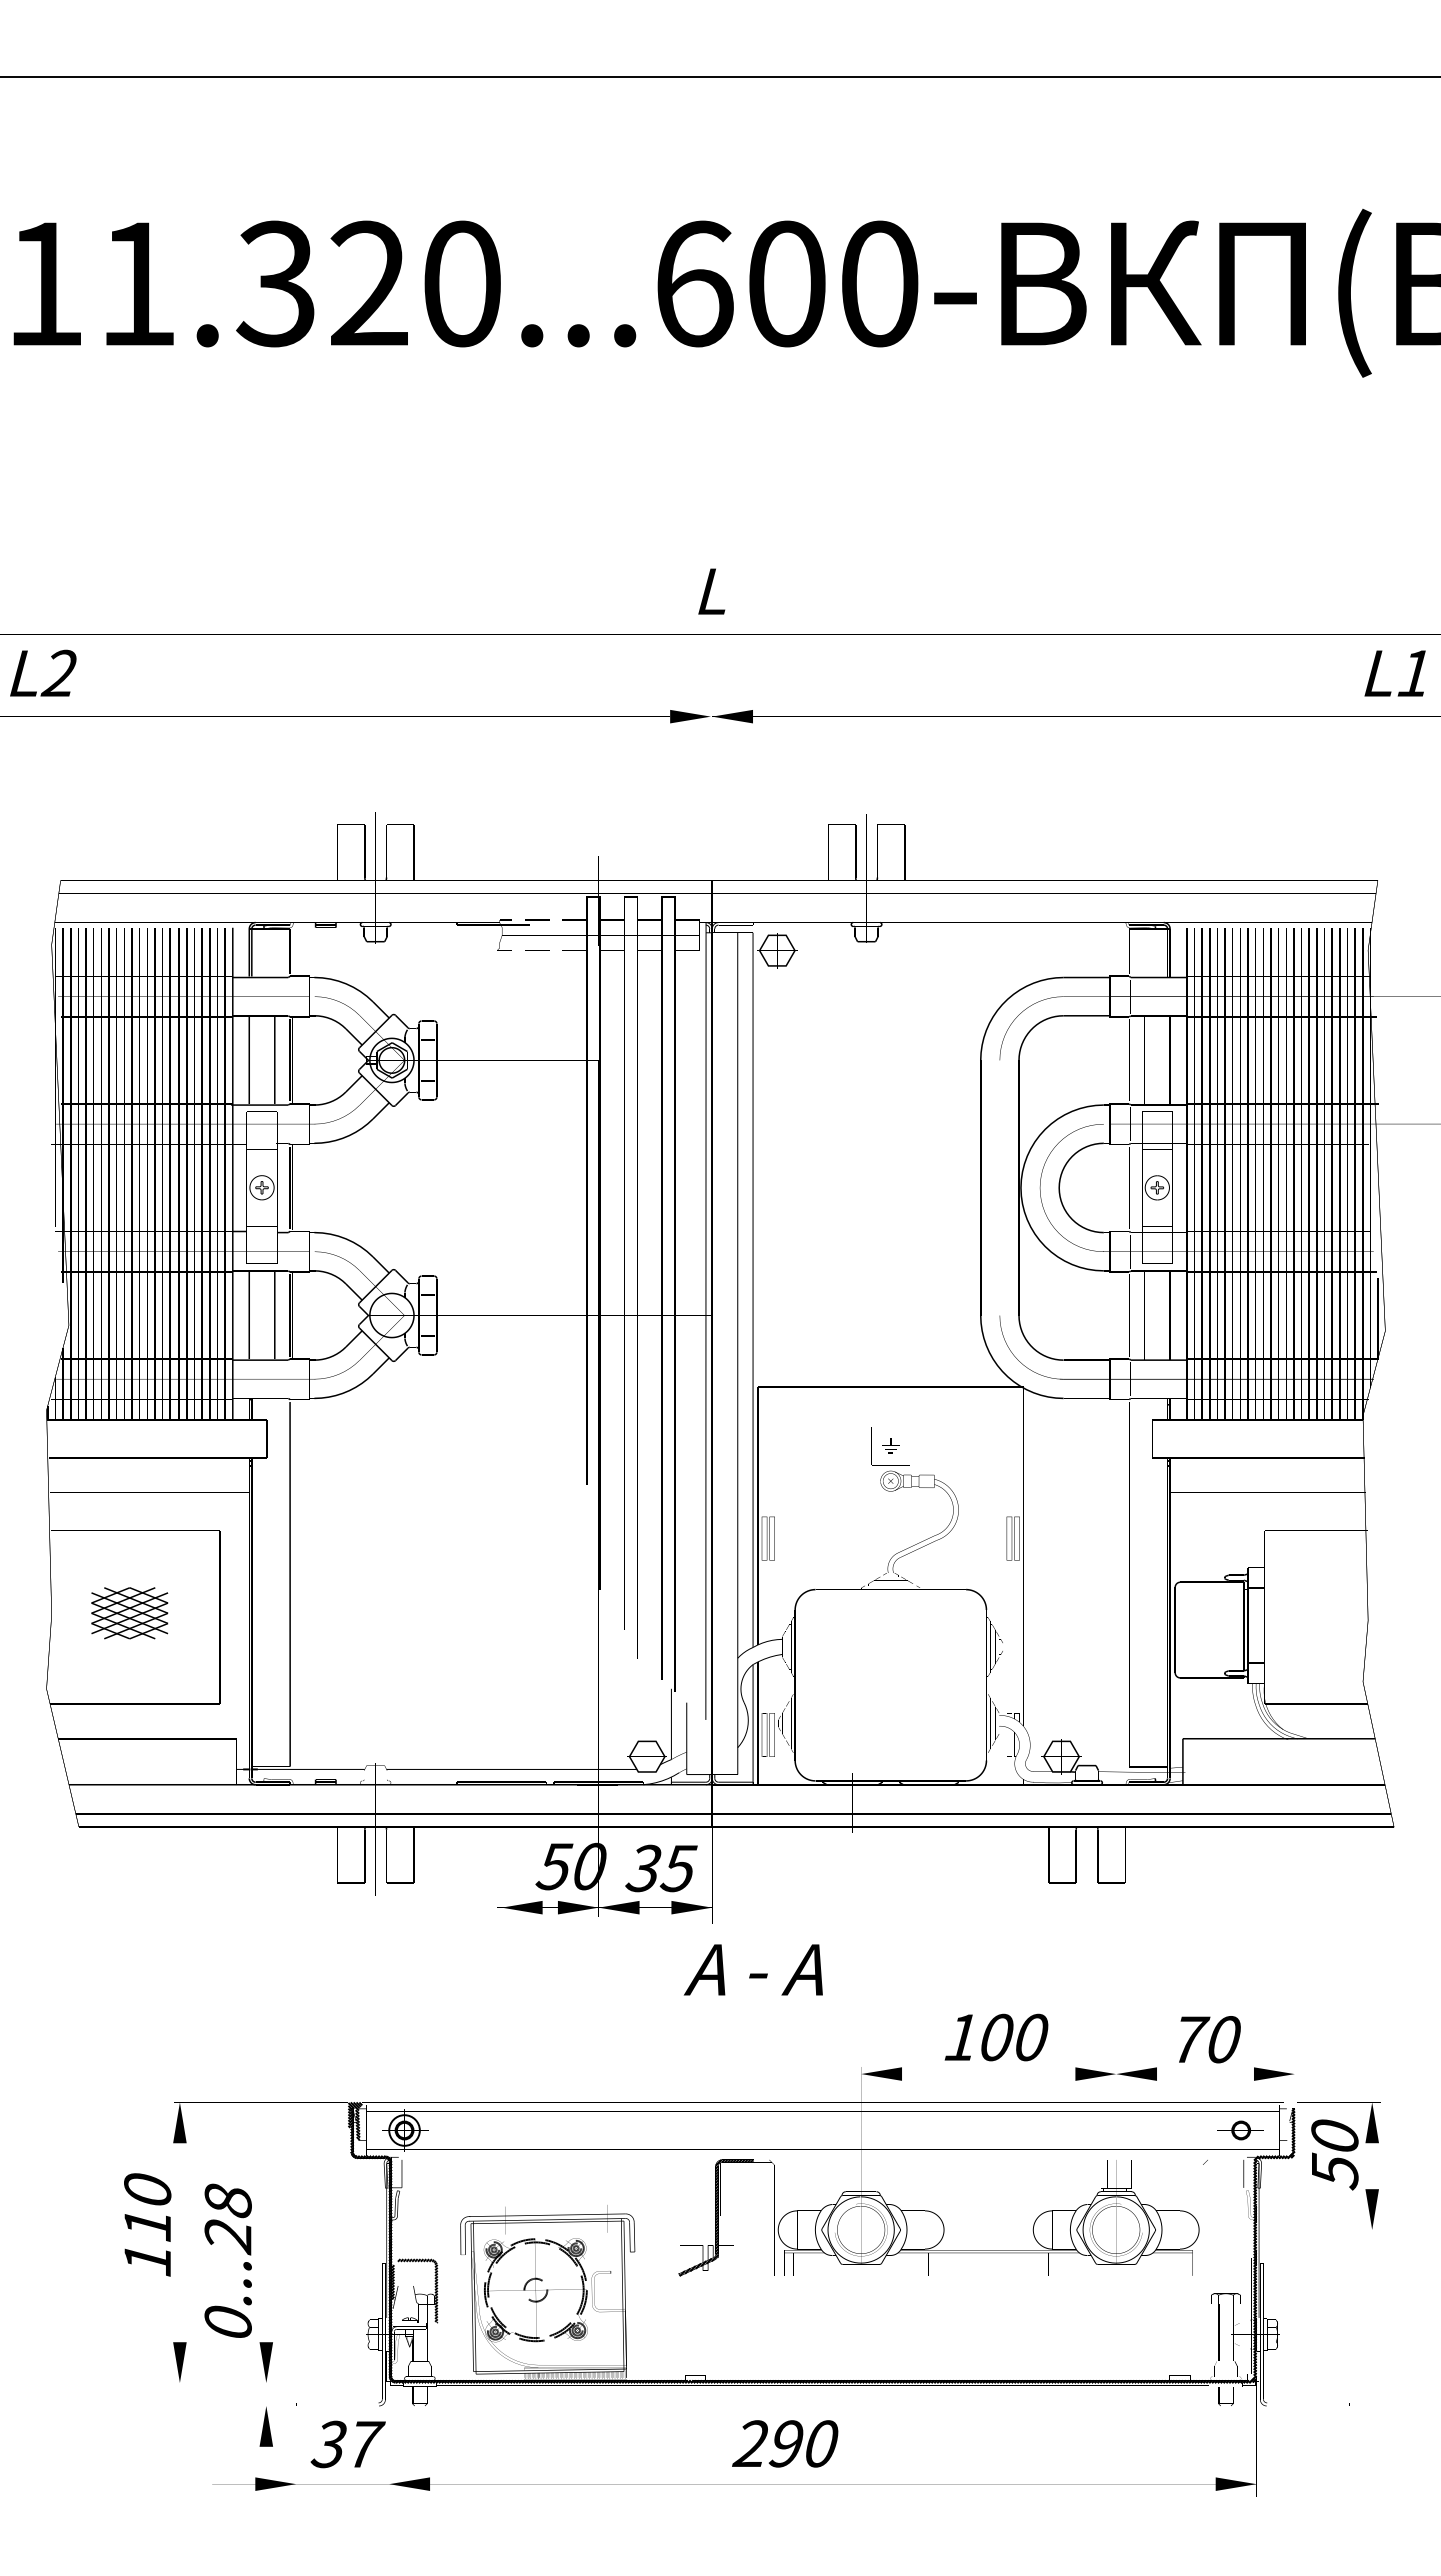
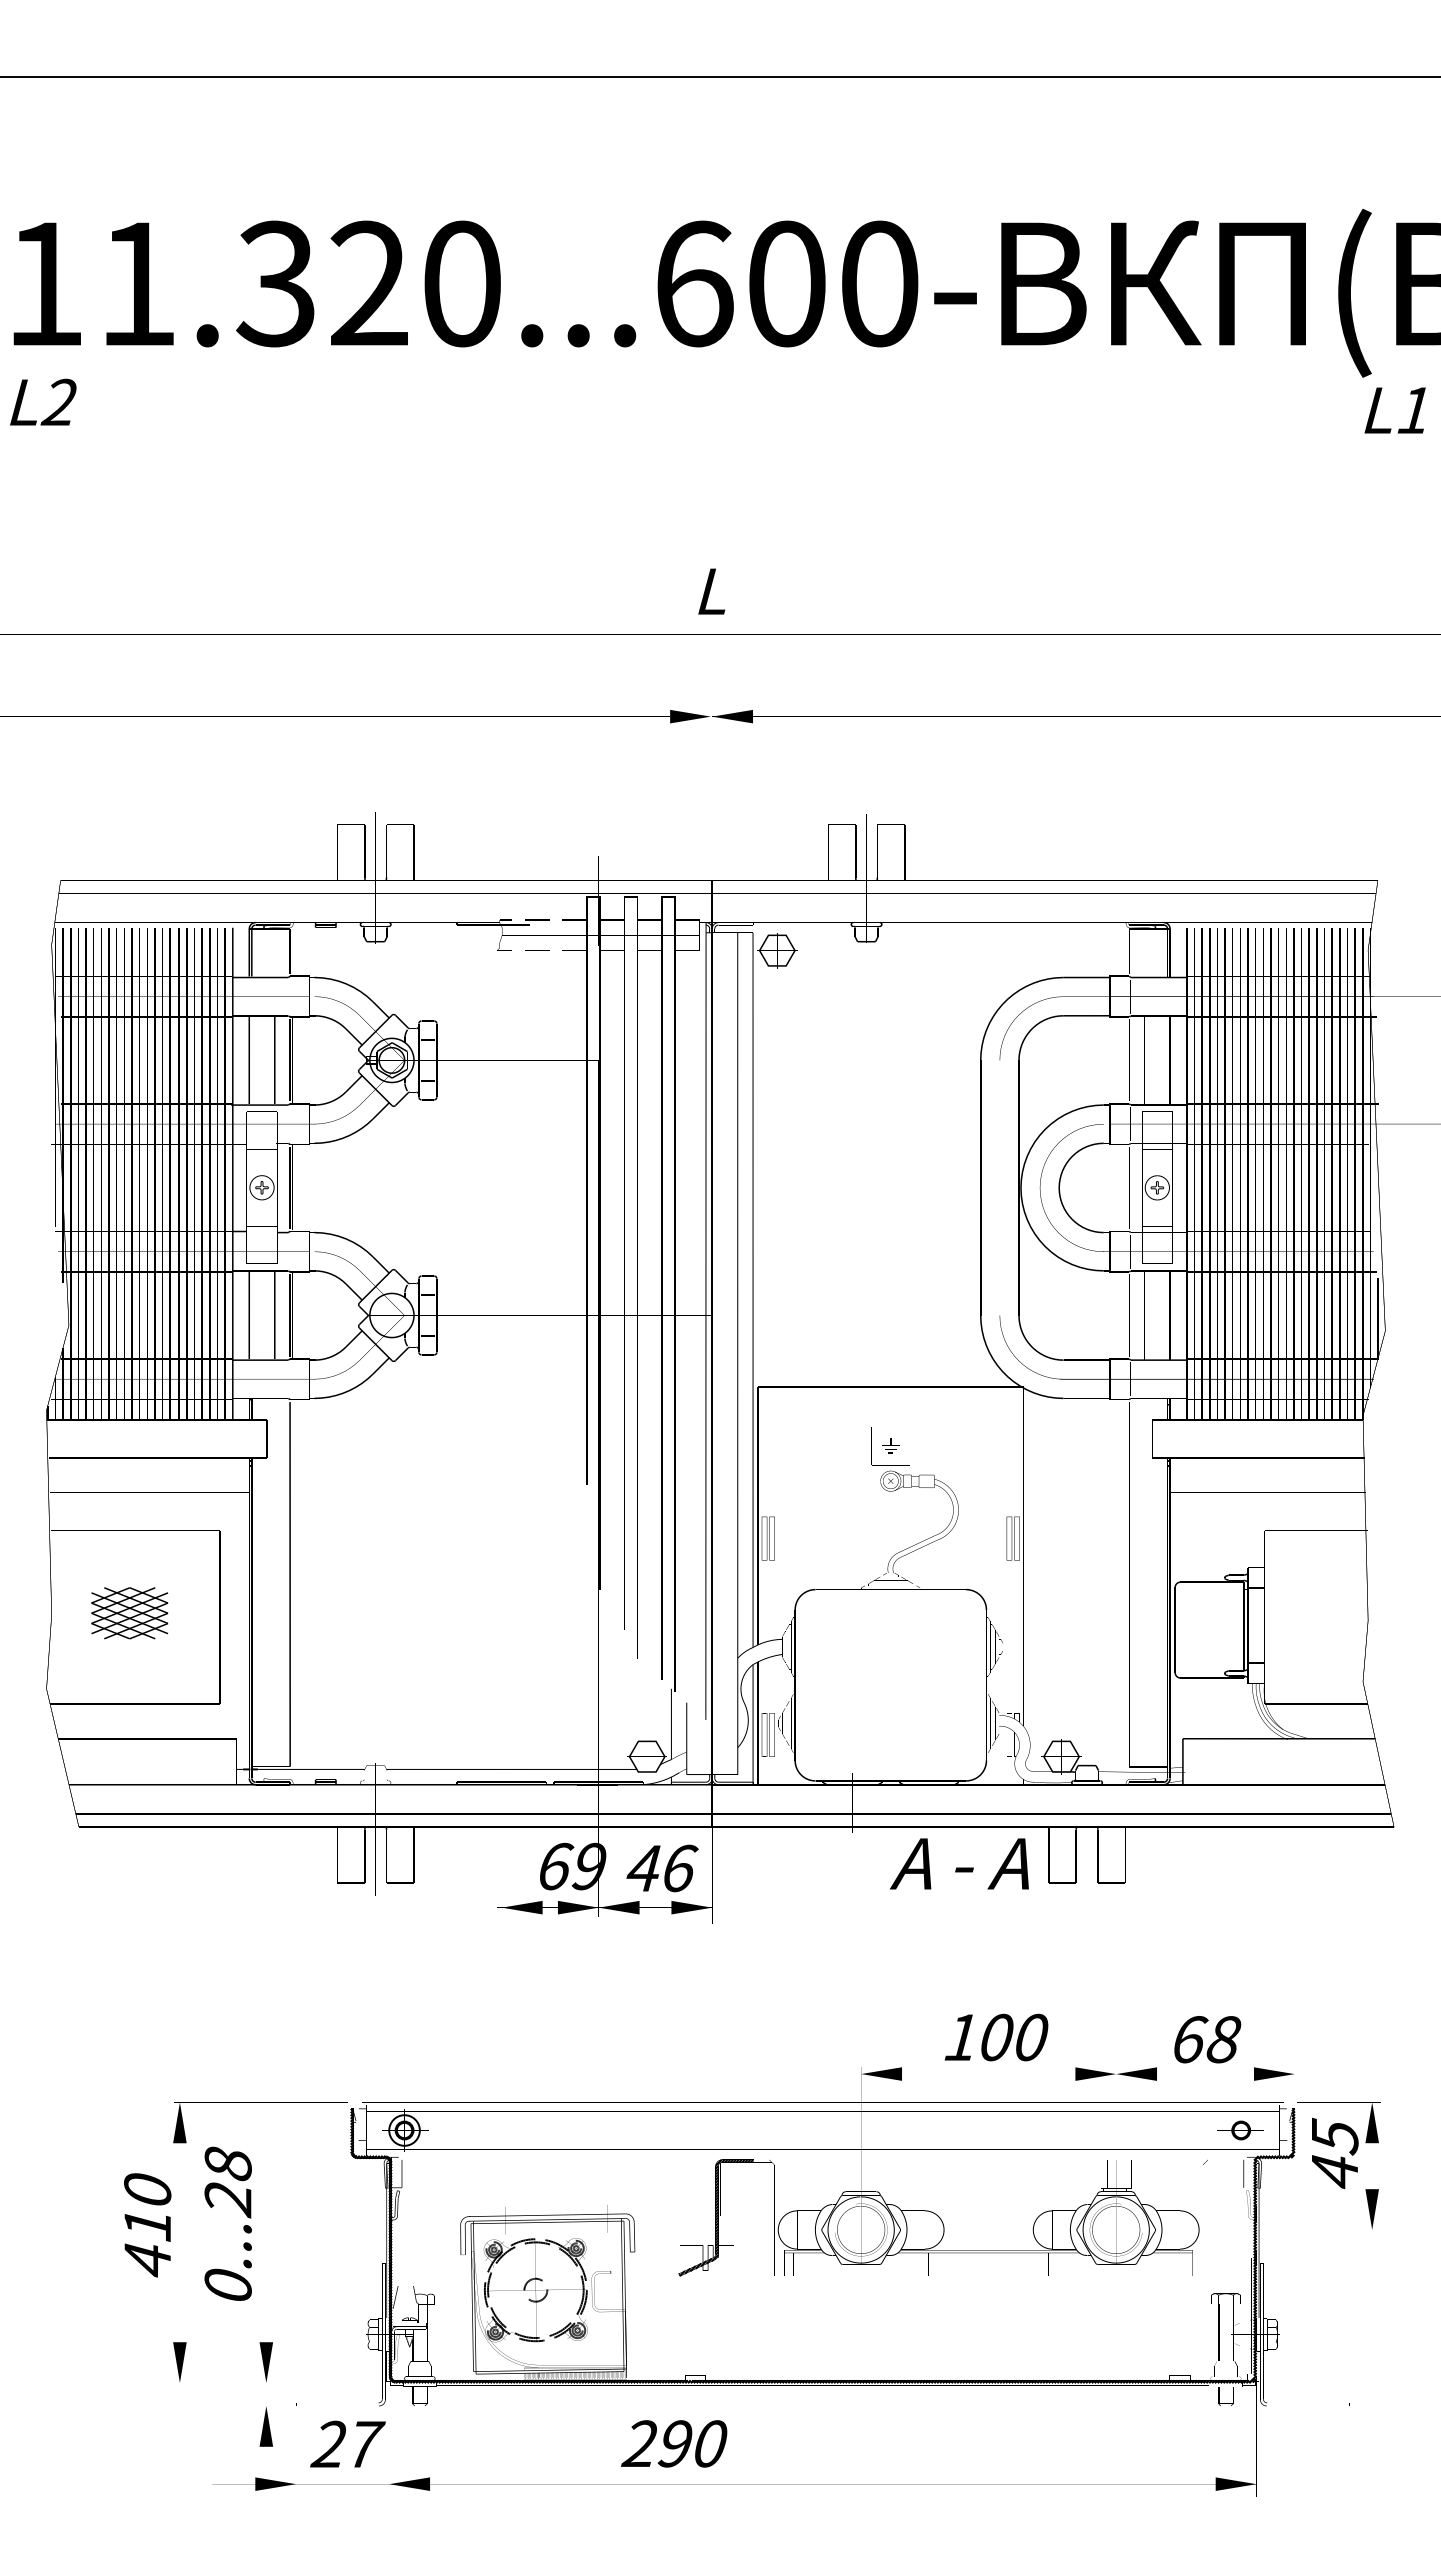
text at (43, 672) position: (43, 672) -> (43, 401)
text at (1394, 673) position: (1394, 673) -> (1394, 410)
text at (570, 1866): 50 -> 69
text at (661, 1868): 35 -> 46
text at (752, 1969) position: (752, 1969) -> (958, 1863)
text at (1207, 2039): 70 -> 68
hatch at (355, 2121): present -> none
text at (1334, 2153): 50 -> 45
text at (147, 2260): 110 -> 410
text at (227, 2260) position: (227, 2260) -> (227, 2223)
hatch at (414, 2290): present -> none
text at (785, 2443) position: (785, 2443) -> (674, 2443)
text at (328, 2444): 37 -> 27
